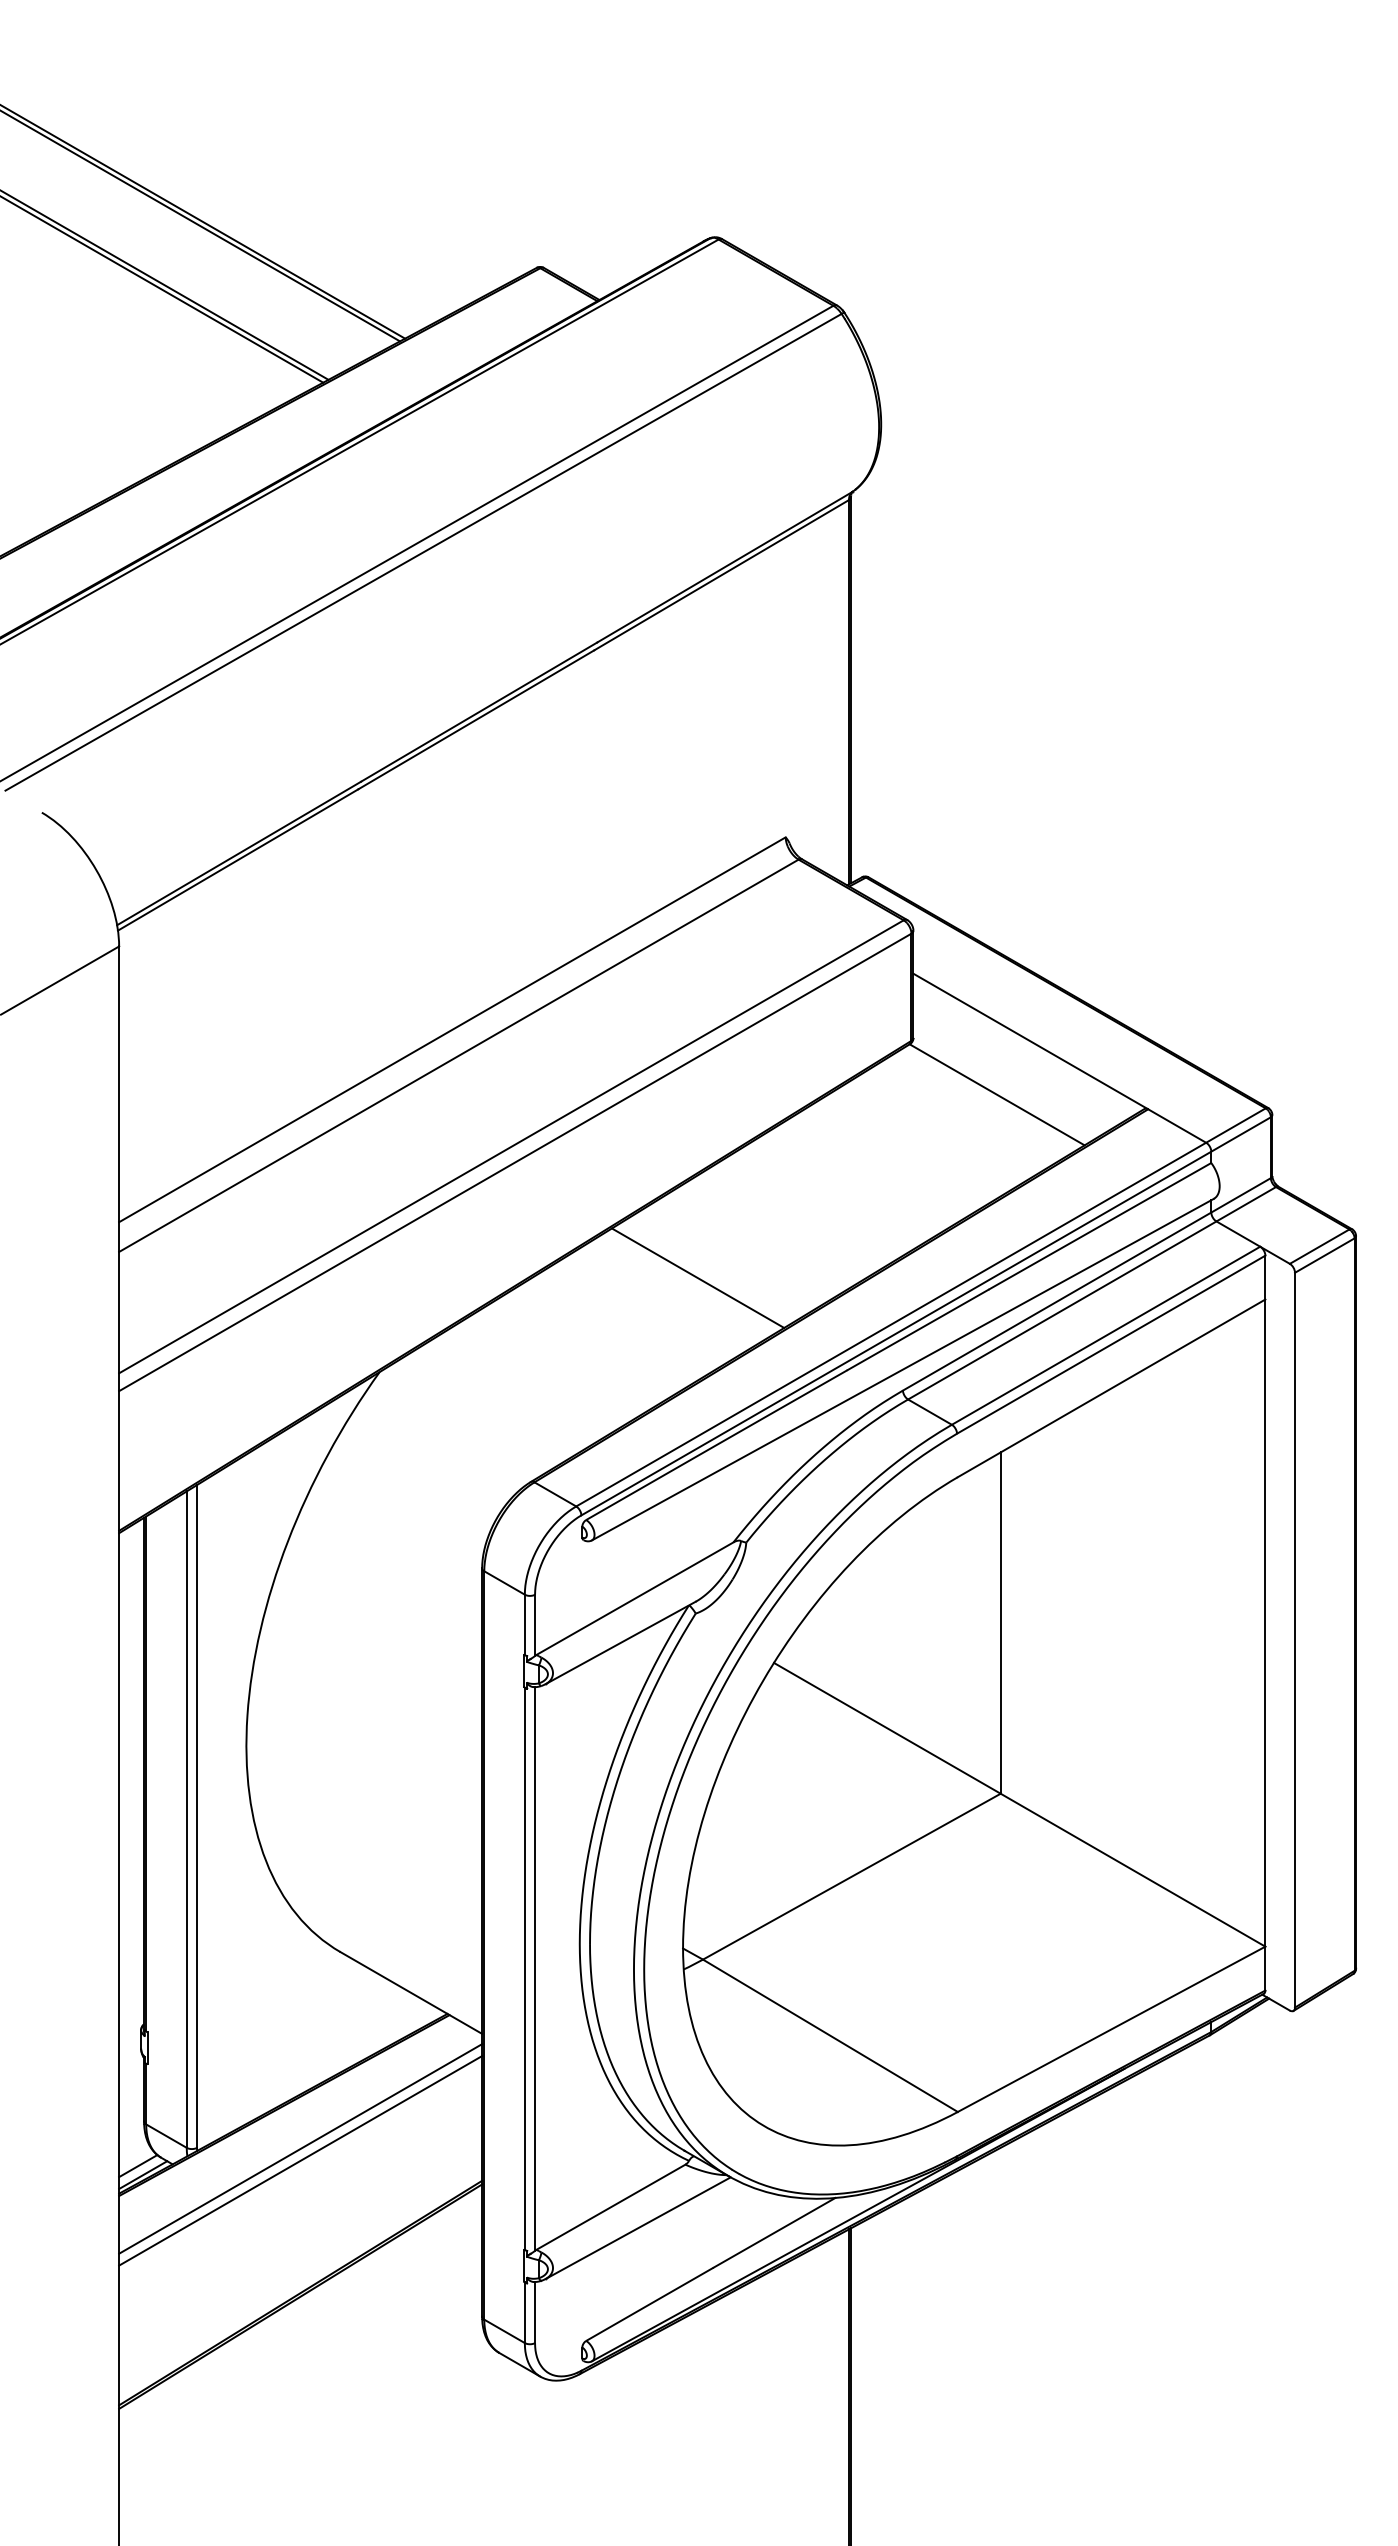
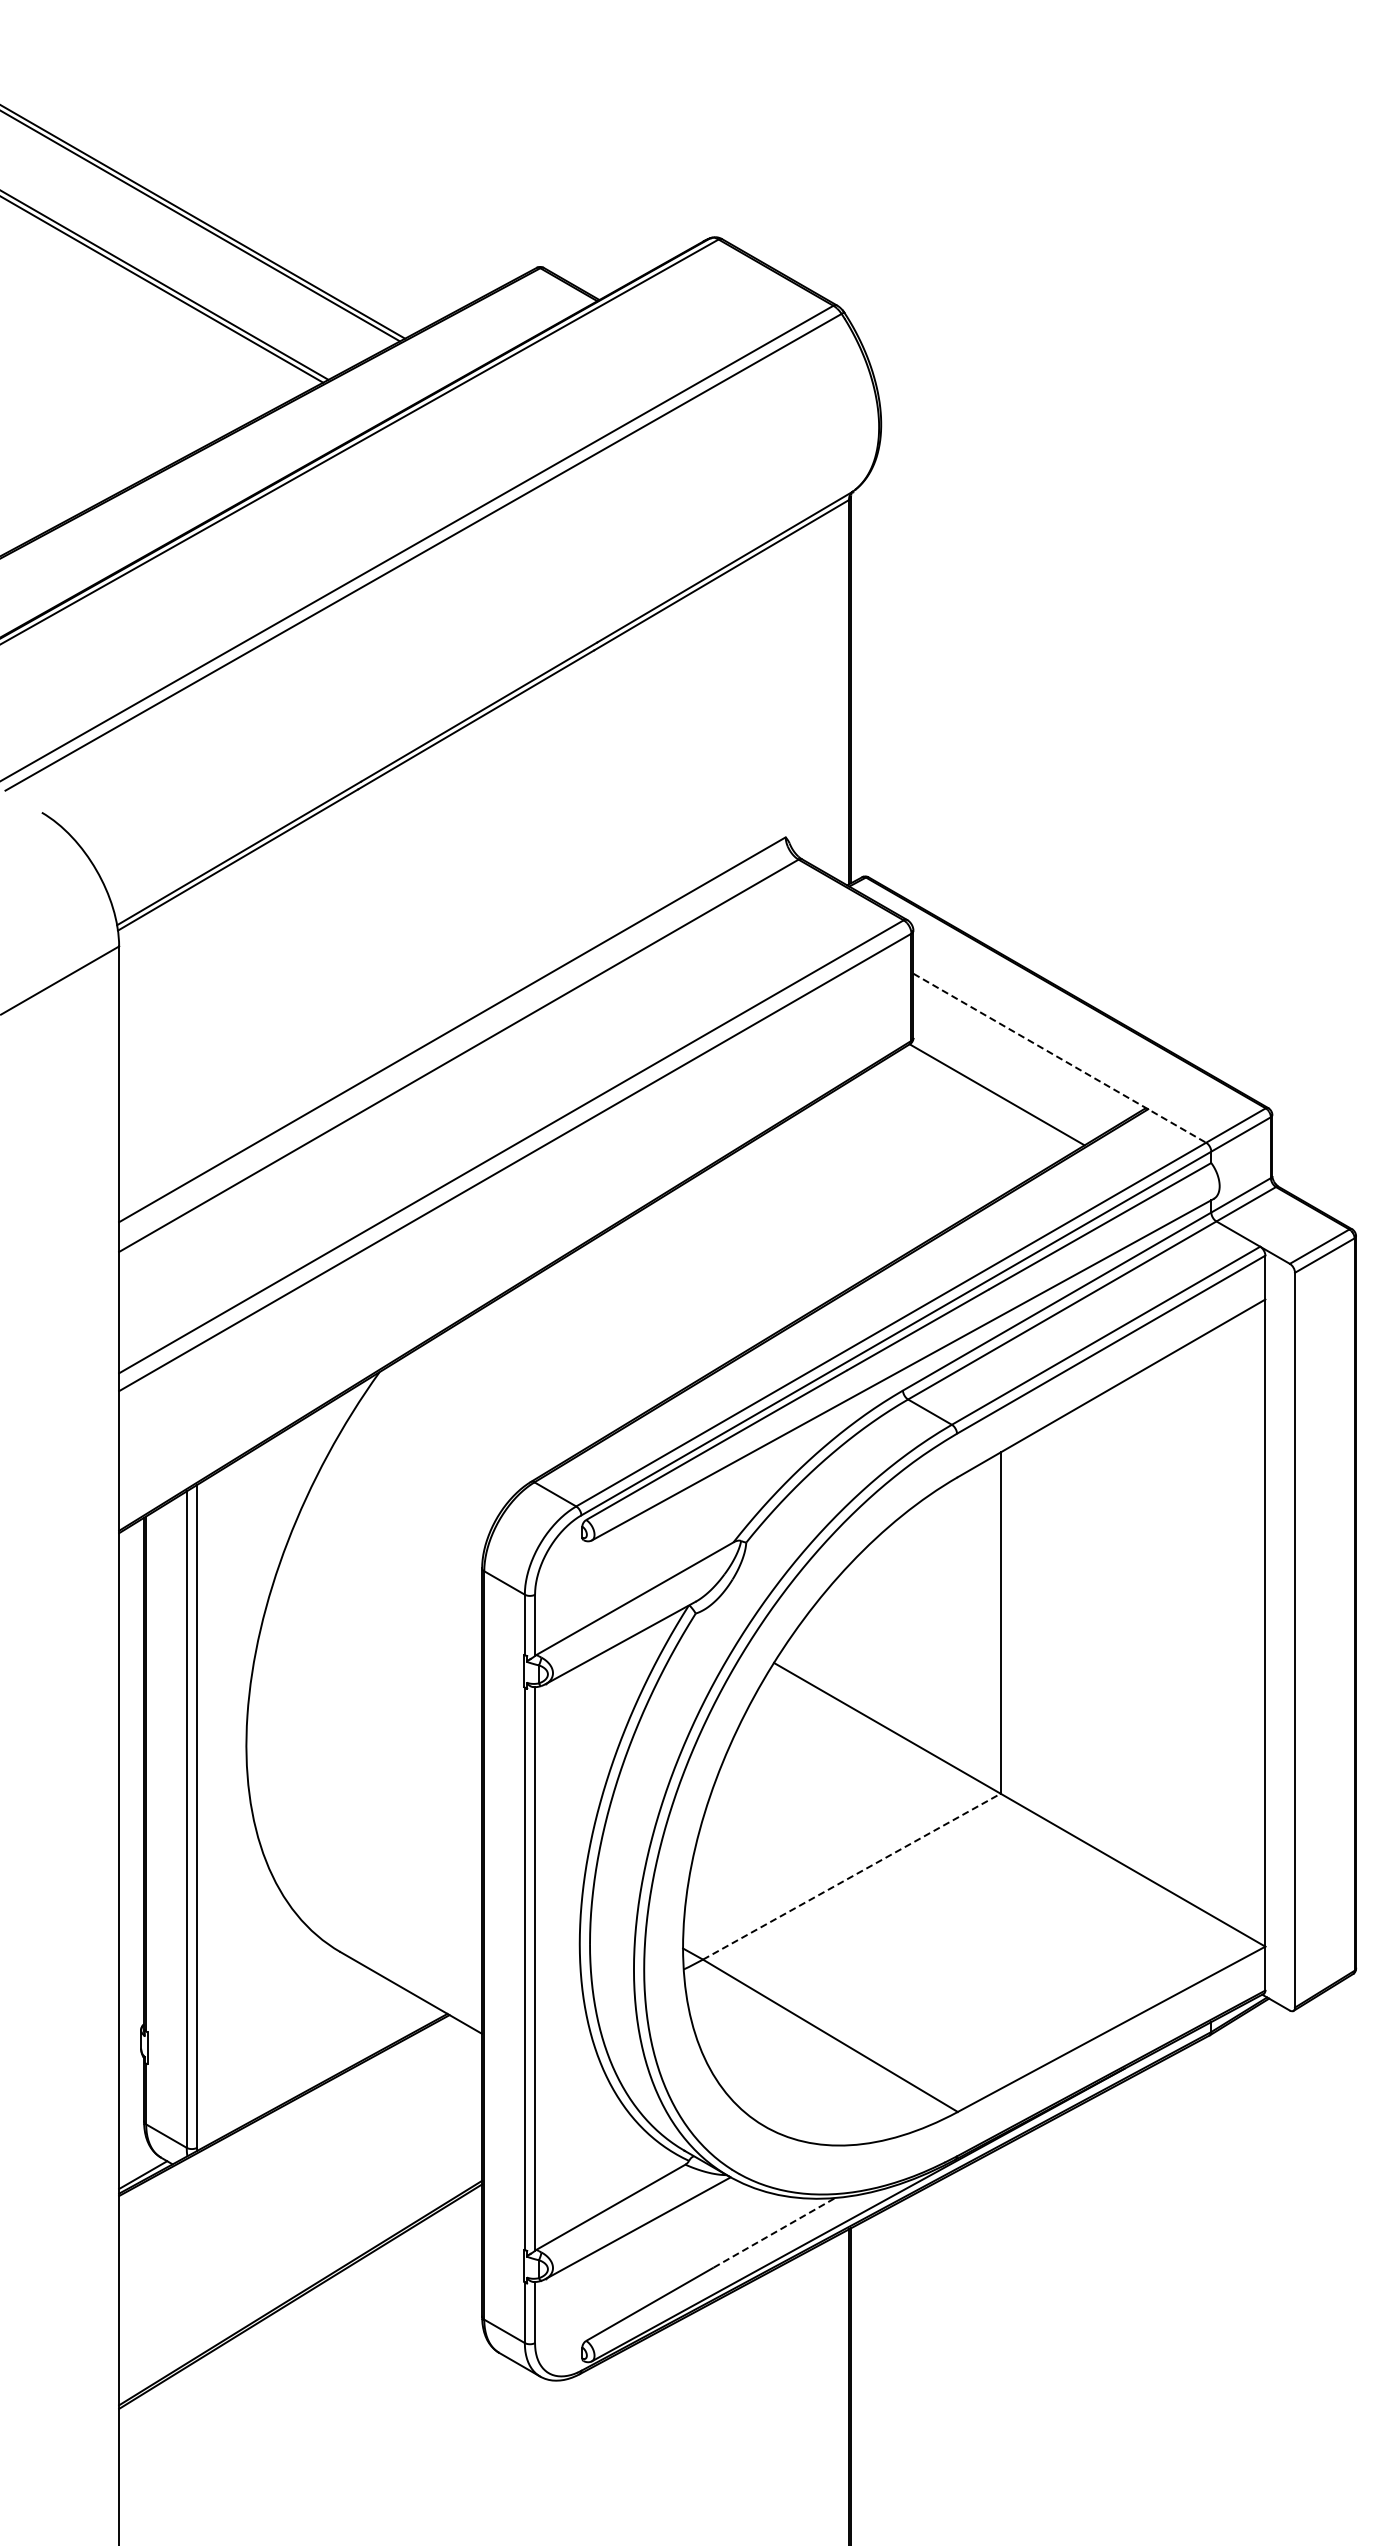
line at (1059, 1058): solid -> dashed
line at (697, 1277): present -> none
line at (852, 1876): solid -> dashed
line at (300, 2148): present -> none
line at (300, 2160): present -> none
line at (138, 2166): present -> none
line at (775, 2232): solid -> dashed
